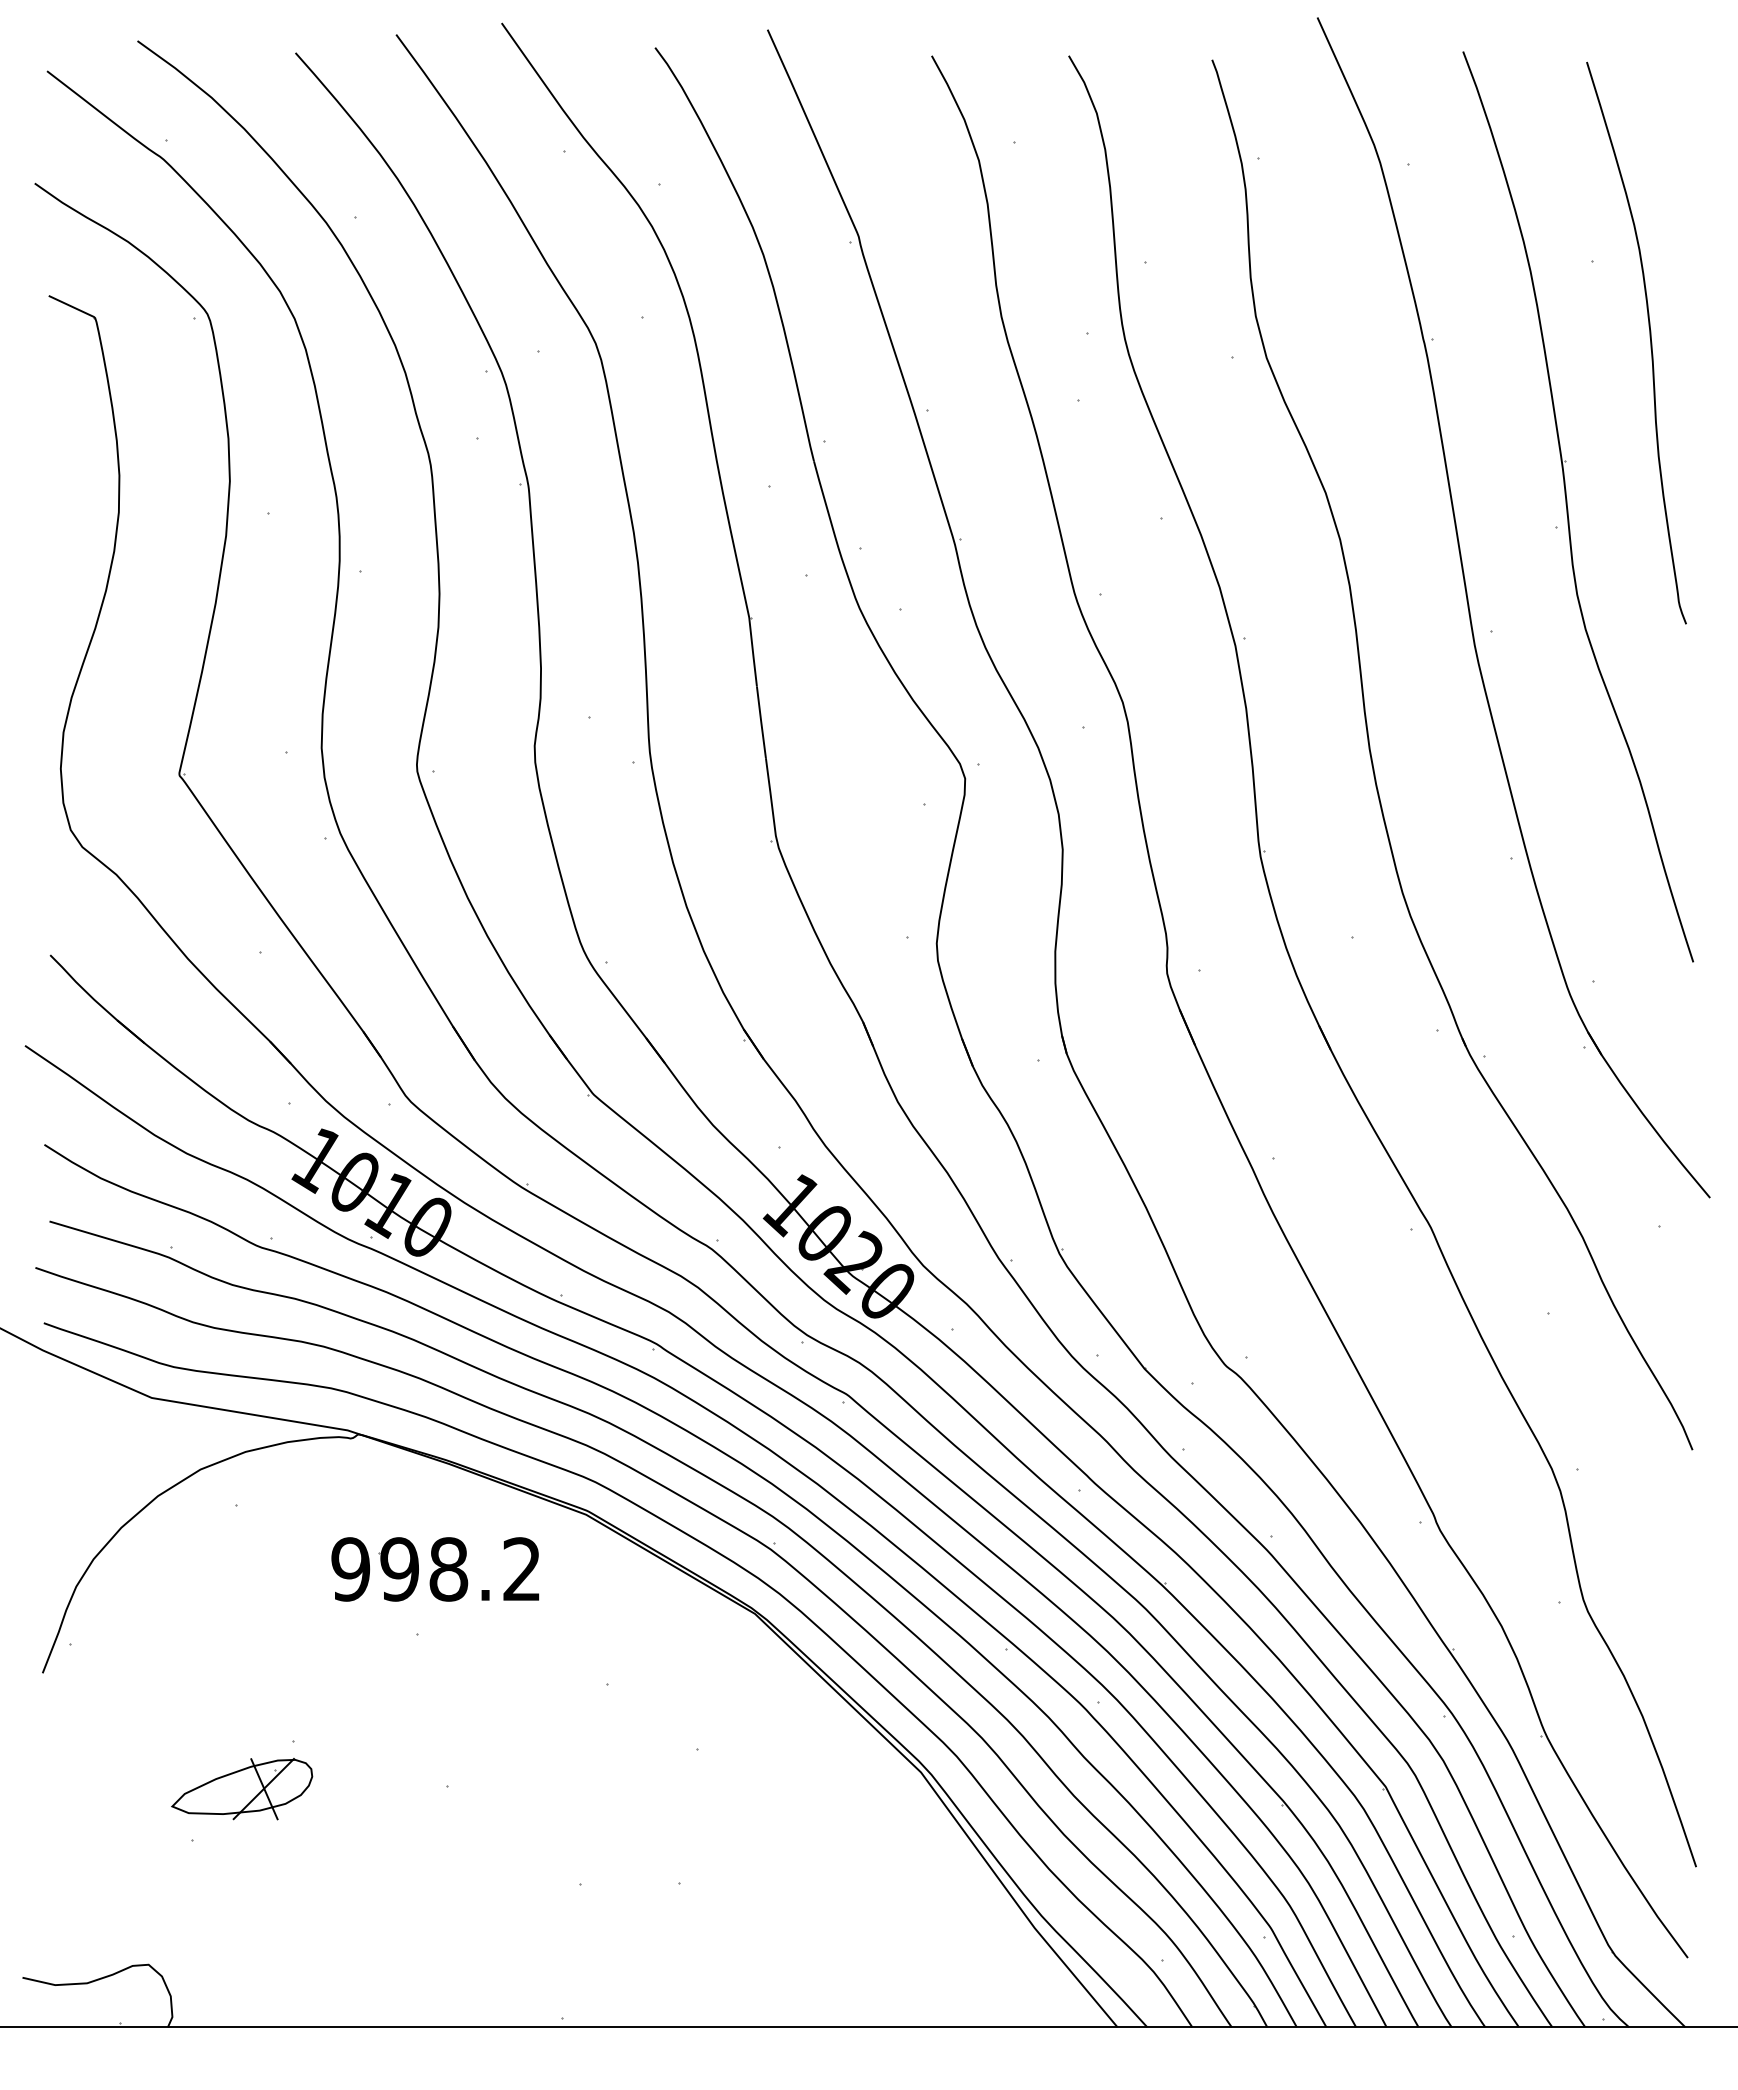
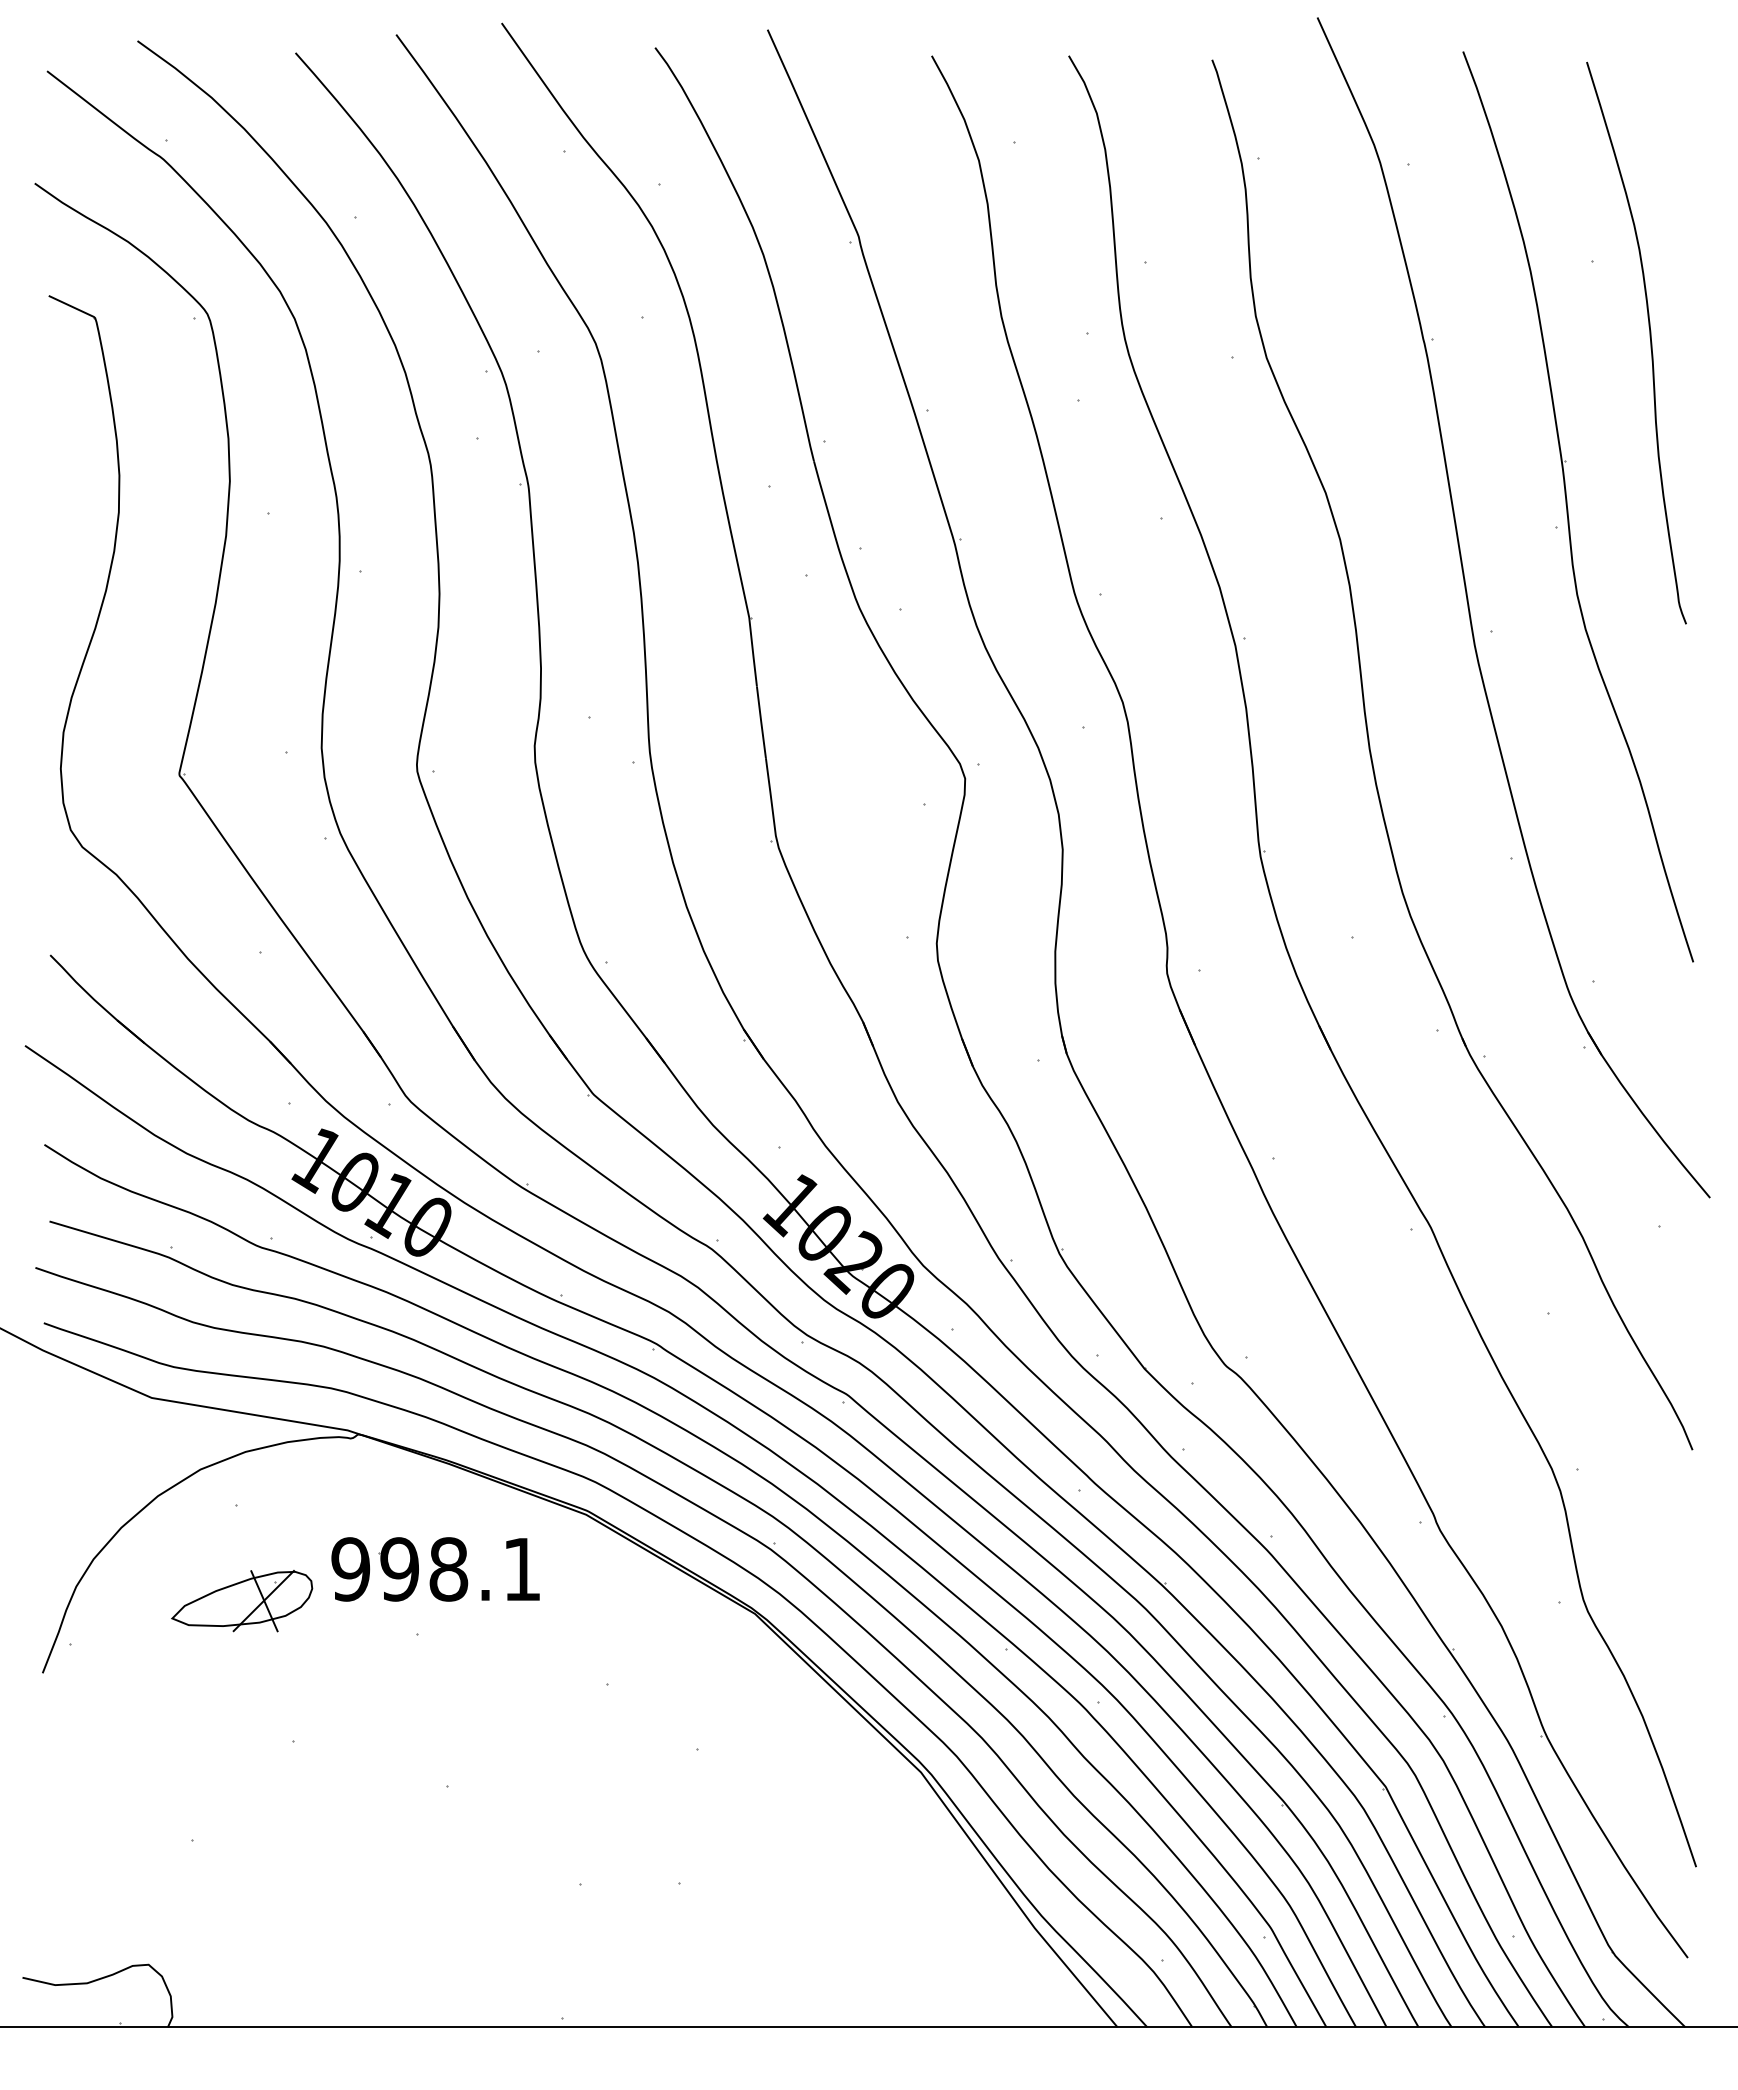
text at (521, 1568): 998.2 -> 998.1
part at (242, 1789) position: (242, 1789) -> (242, 1601)
